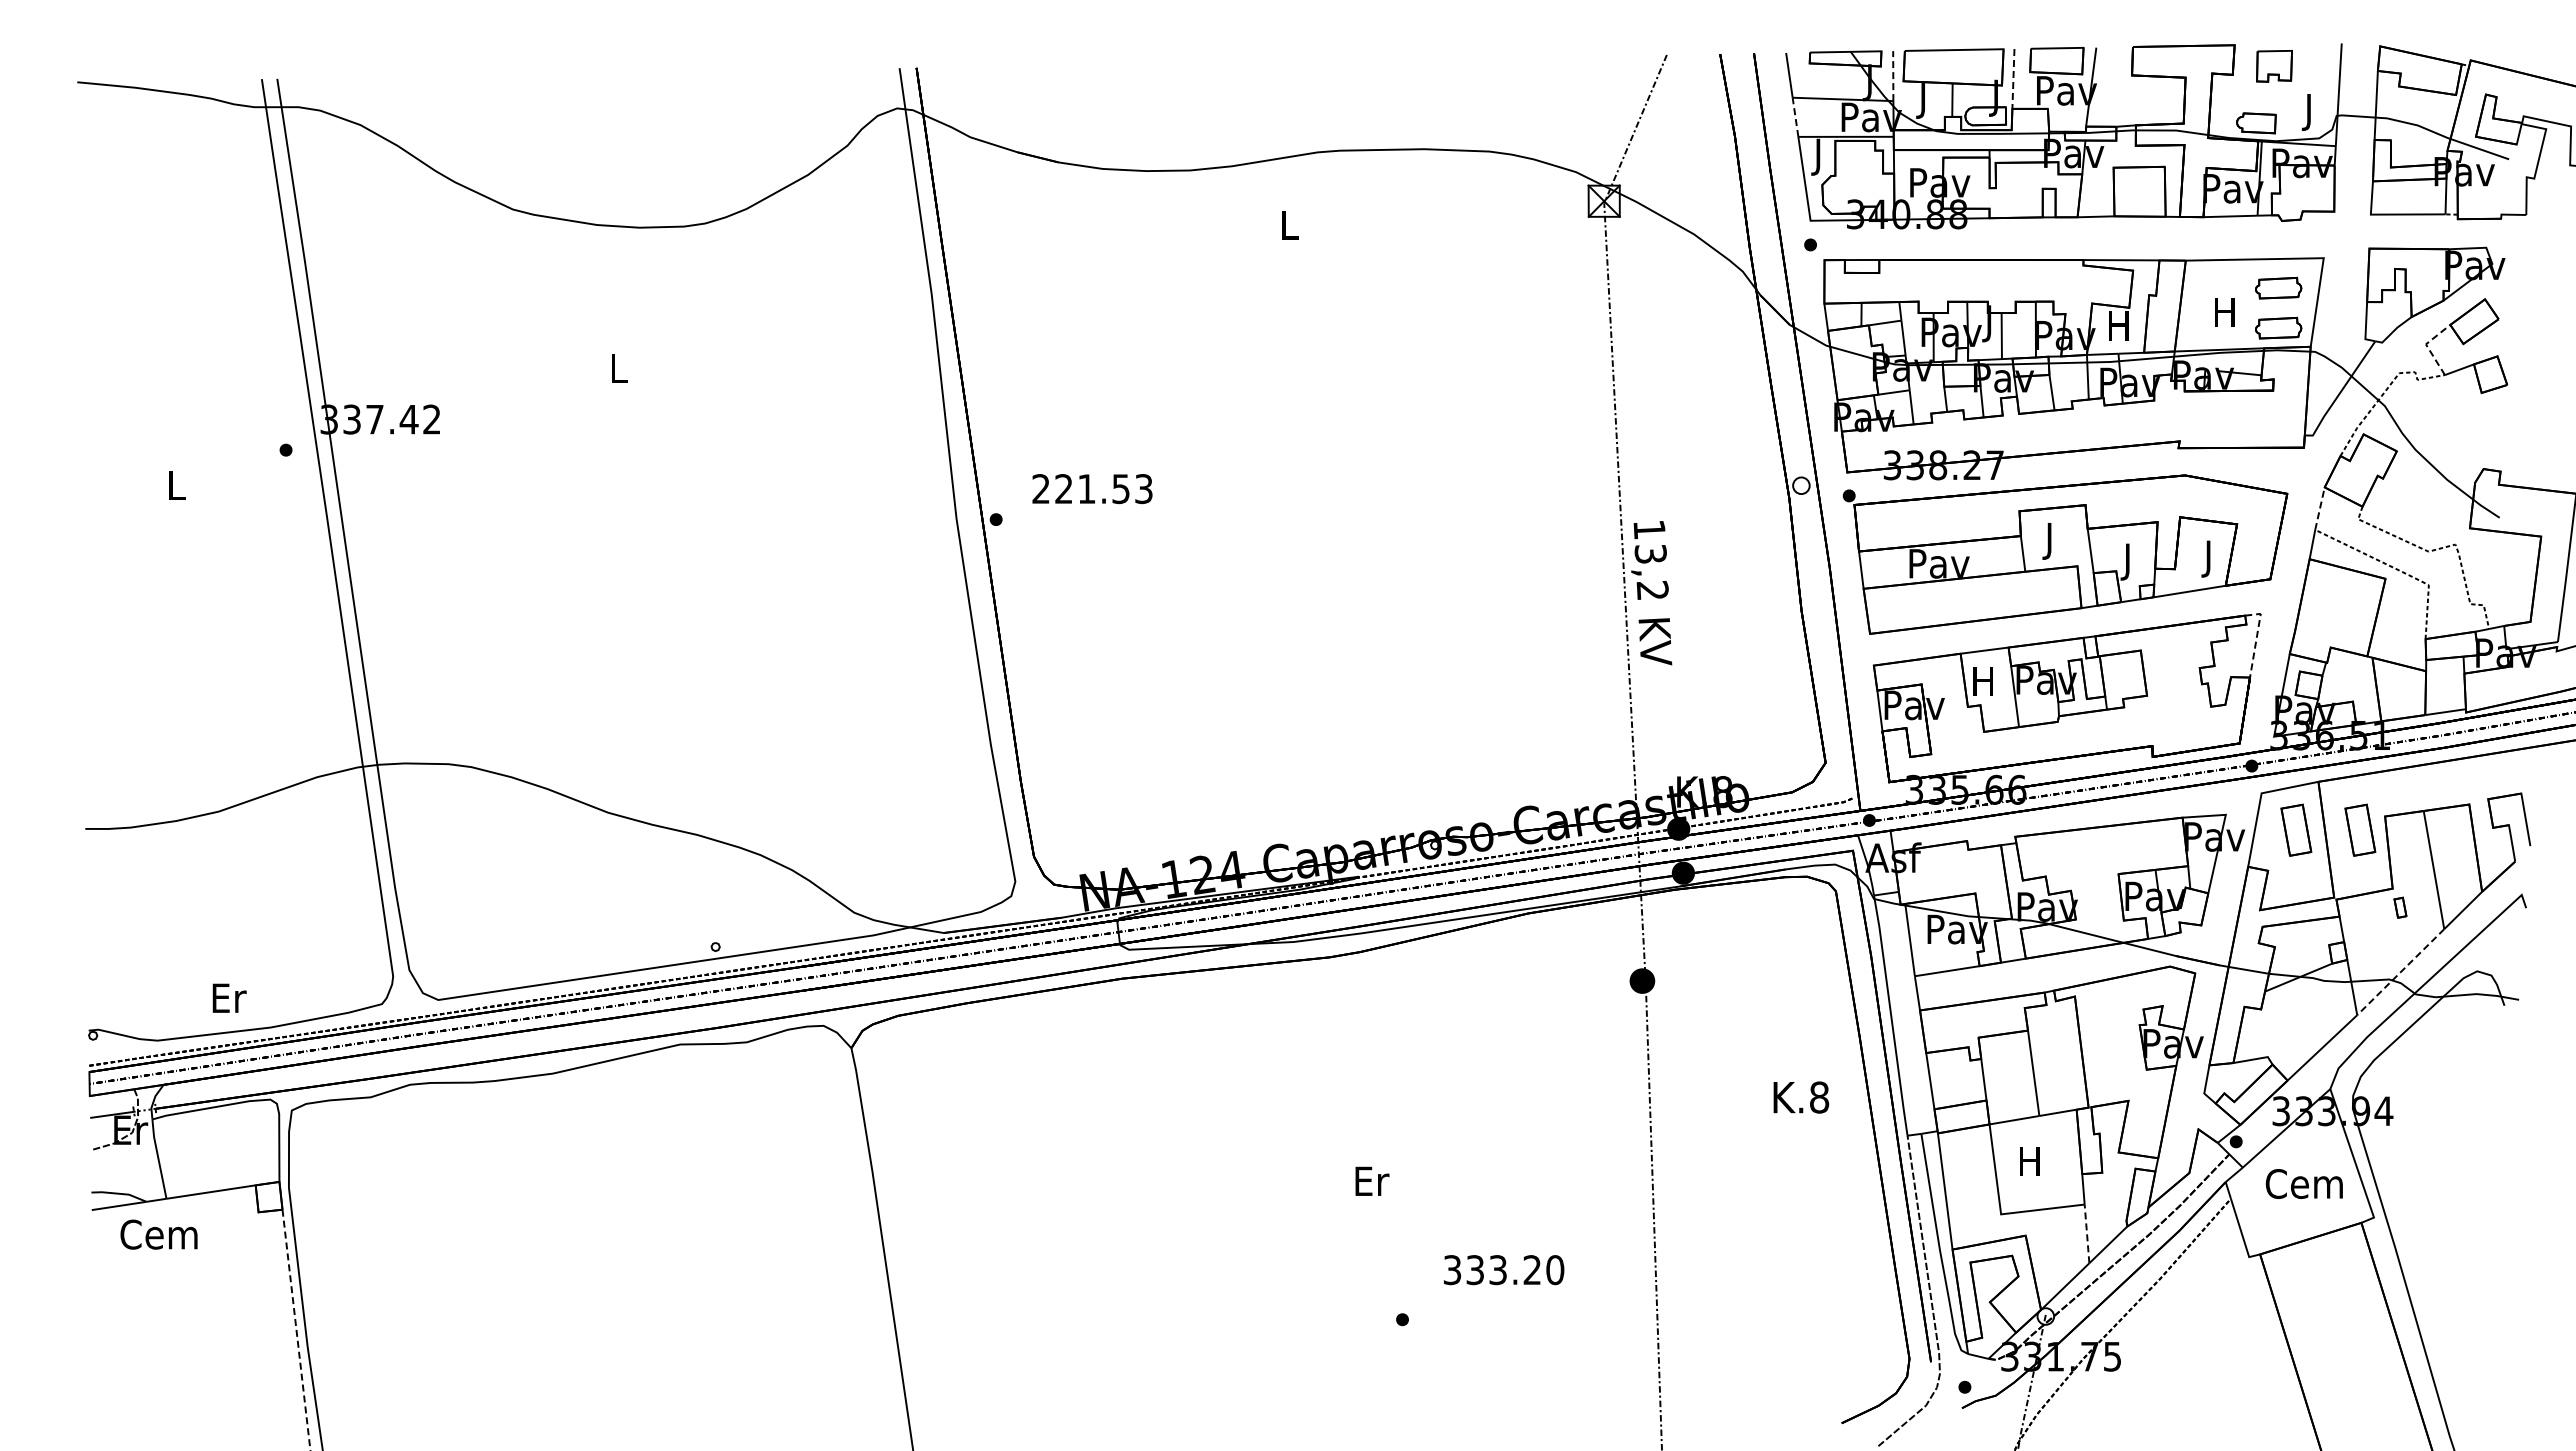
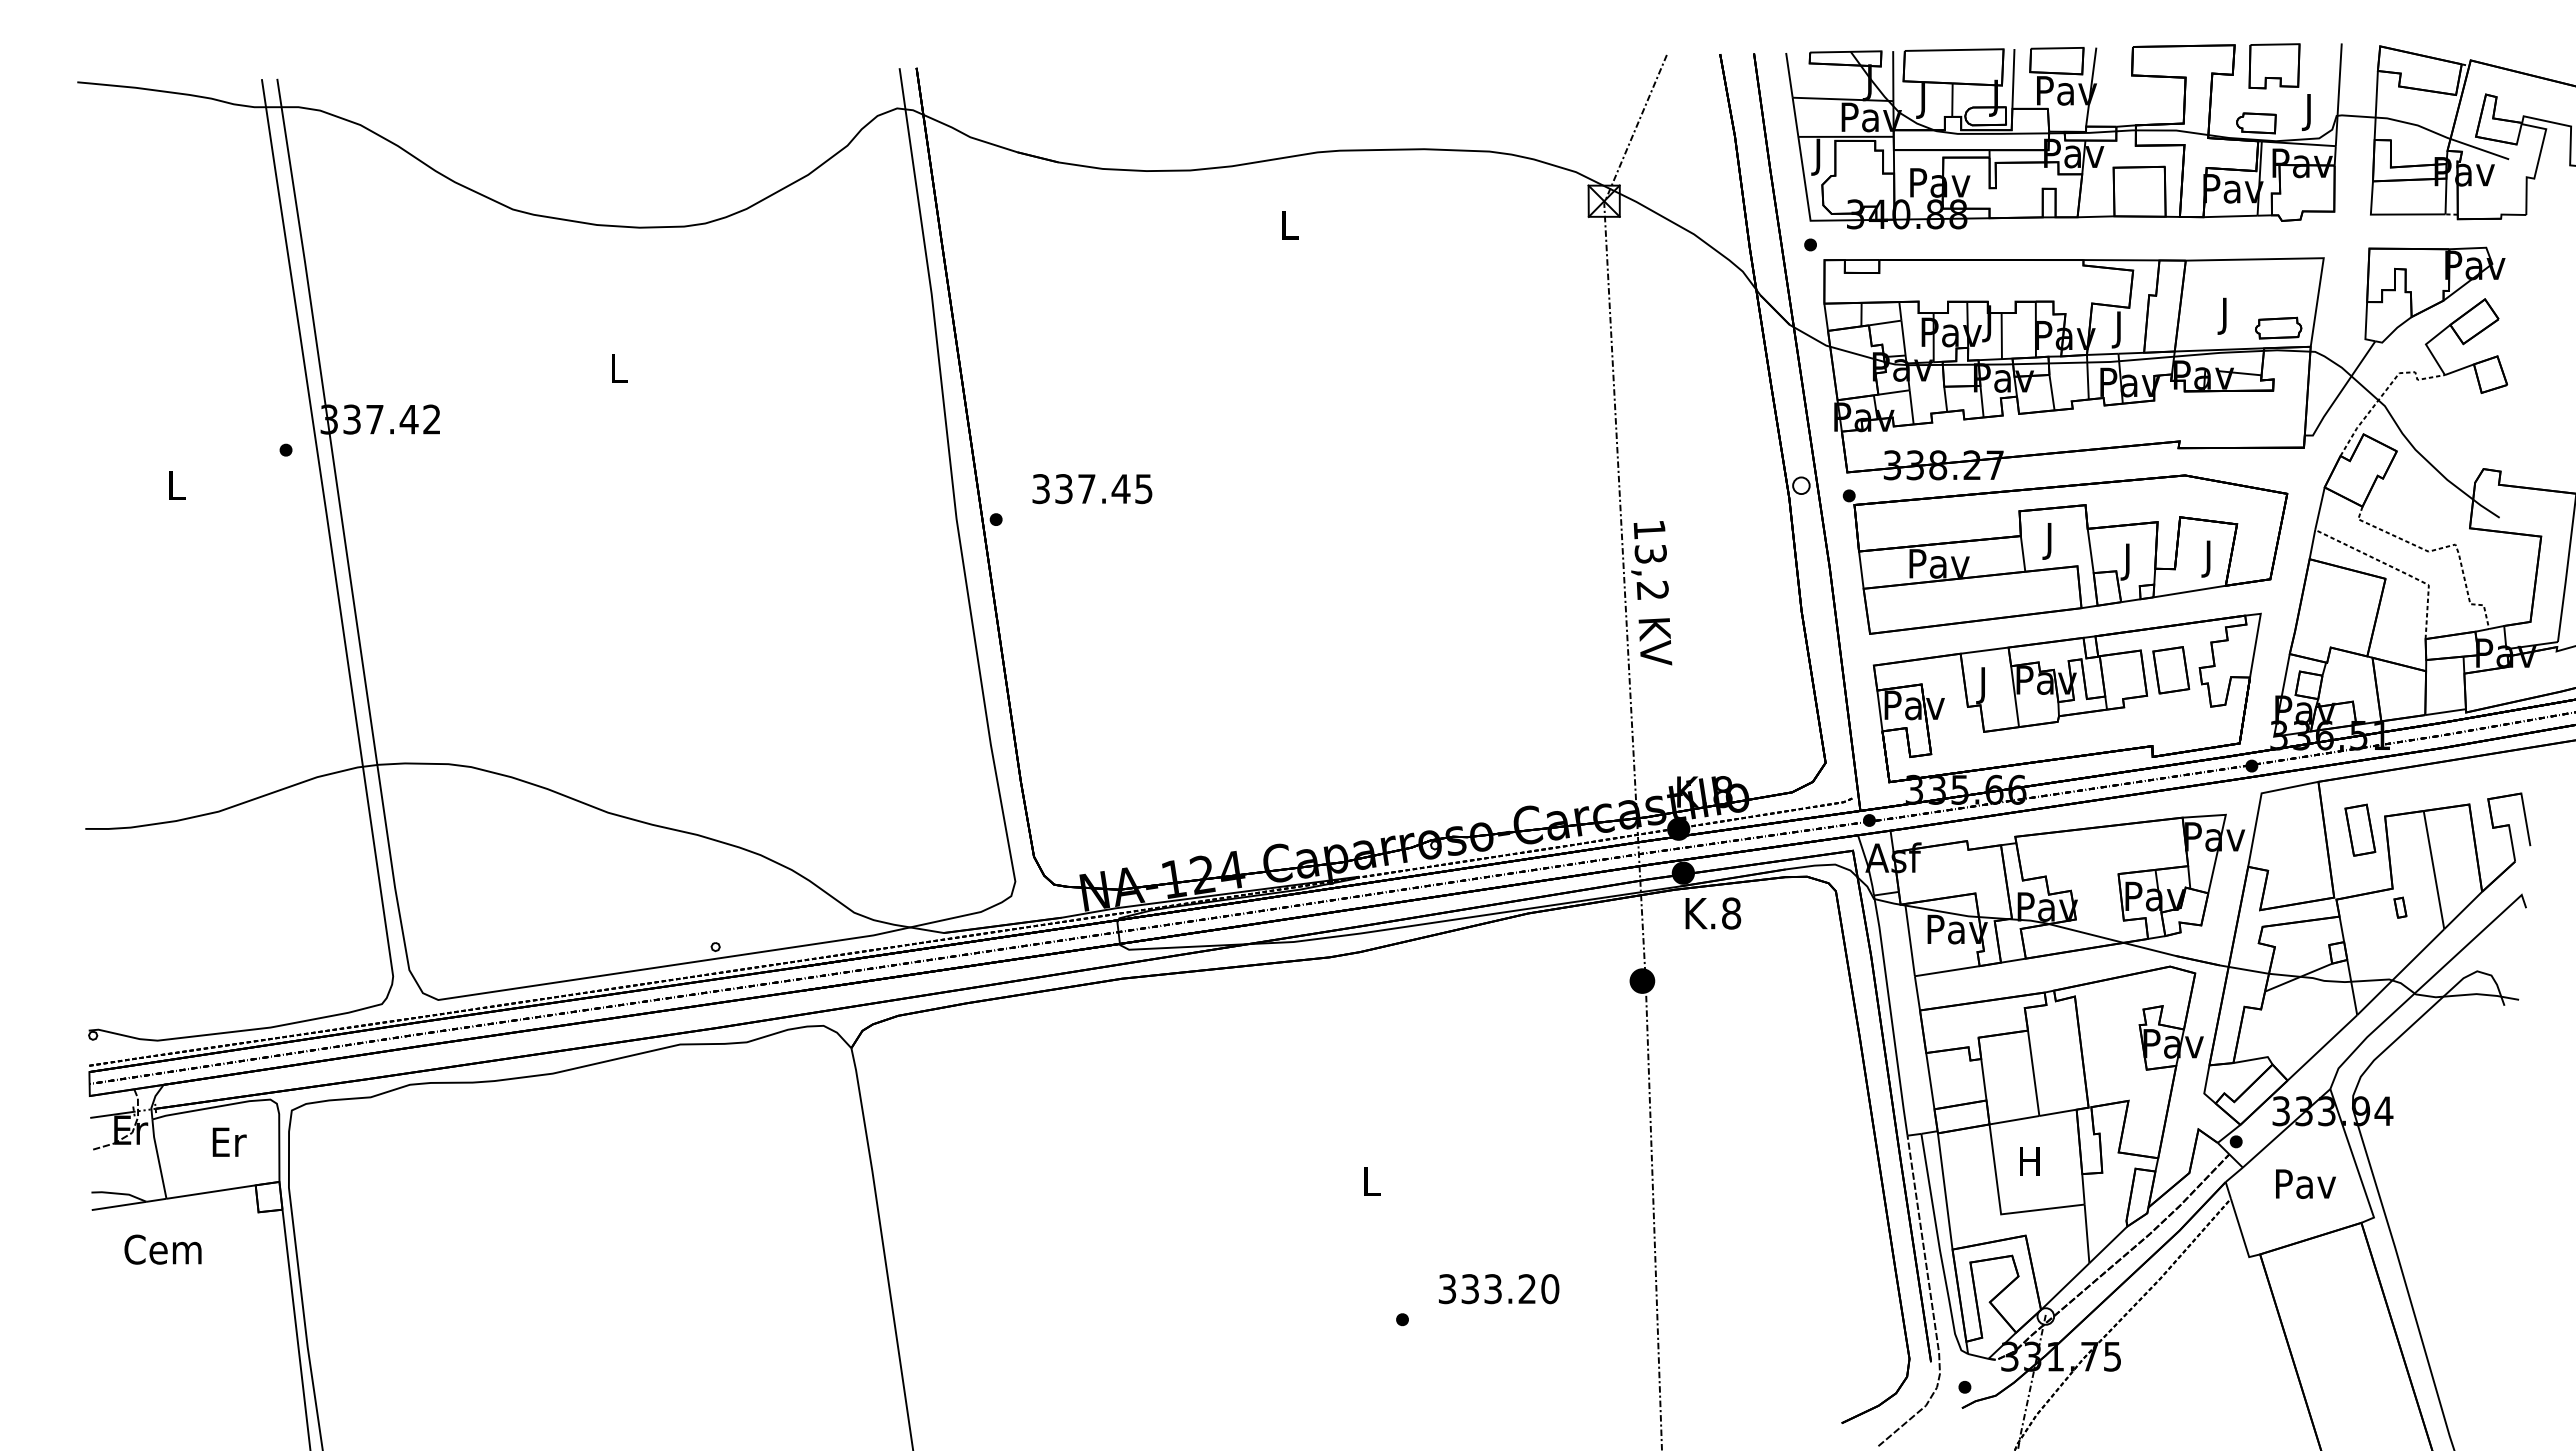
part at (2274, 66) size: 37x33 px -> 53x47 px
line at (1893, 75): dashed -> solid
line at (2013, 78): dashed -> solid
line at (1795, 117): dashed -> solid
part at (2278, 287): present -> none
text at (2224, 315): H -> J
text at (2118, 329): H -> J
line at (2426, 346): dashed -> solid
text at (1092, 489): 221.53 -> 337.45
line at (2319, 508): dashed -> solid
line at (2256, 637): dashed -> solid
part at (2171, 670): none -> present
text at (1982, 685): H -> J
part at (2296, 829): present -> none
line at (2400, 972): dashed -> solid
text at (229, 997) position: (229, 997) -> (229, 1141)
text at (1801, 1097) position: (1801, 1097) -> (1713, 913)
text at (1372, 1180): Er -> L
text at (2303, 1184): Cem -> Pav
line at (2086, 1233): dashed -> solid
text at (158, 1234) position: (158, 1234) -> (162, 1249)
text at (1504, 1270) position: (1504, 1270) -> (1499, 1289)
line at (296, 1330): dashed -> solid
